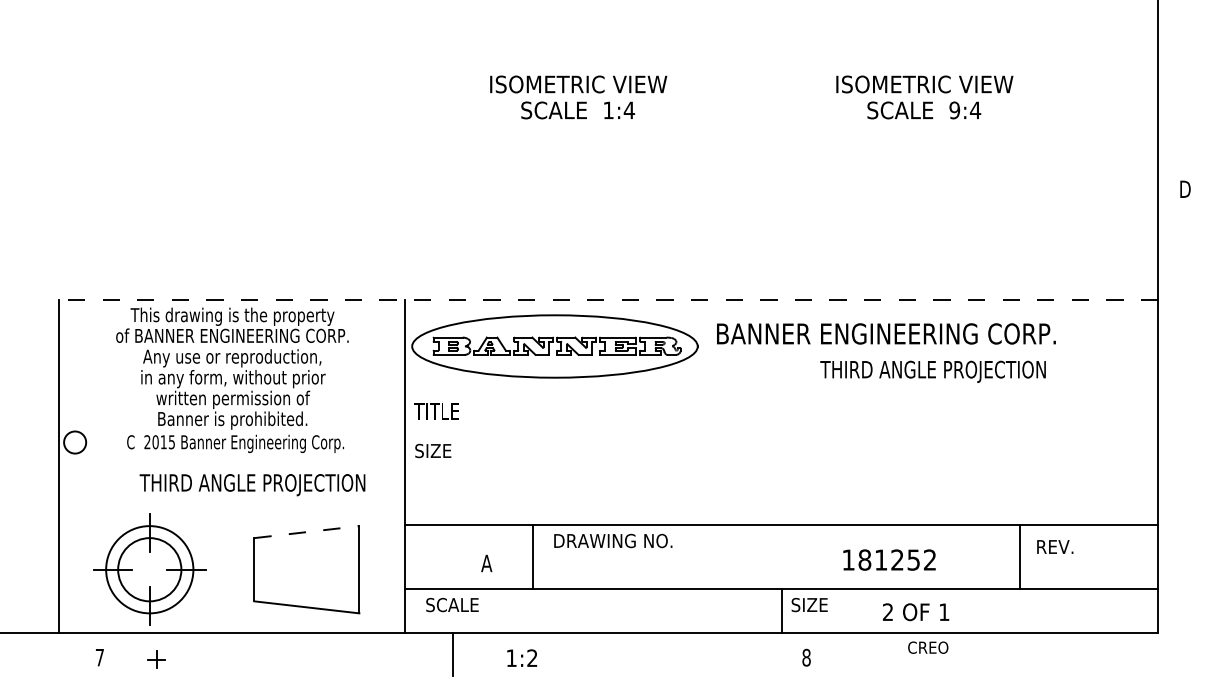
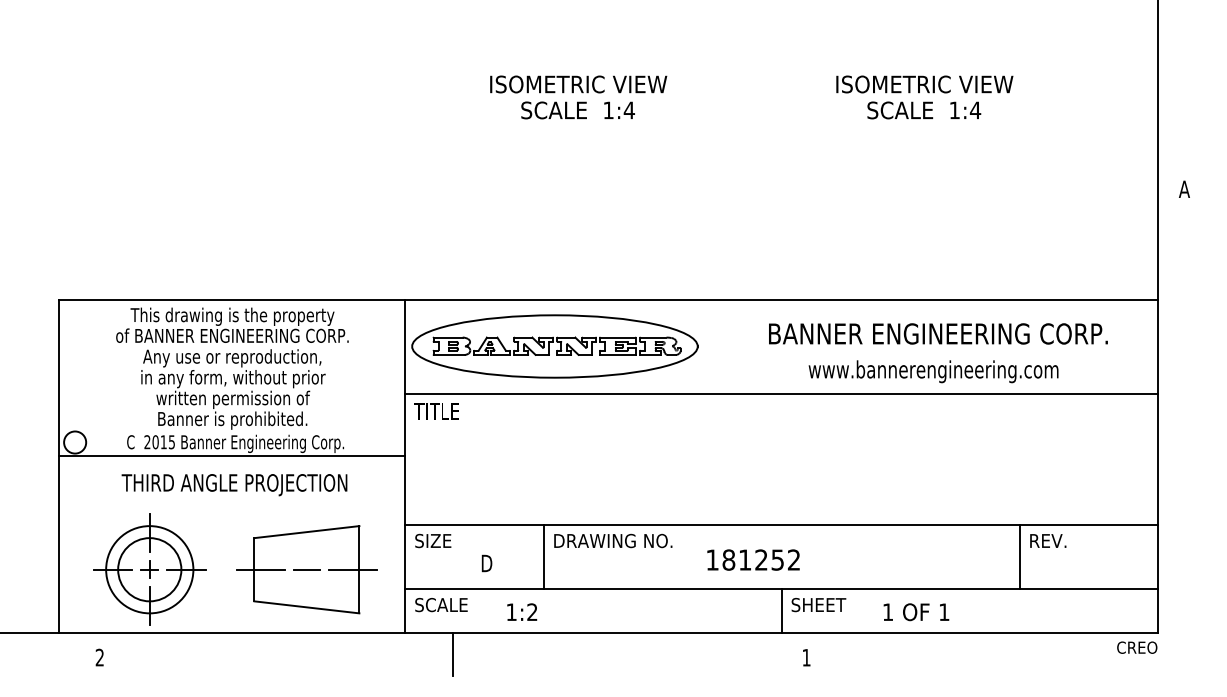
text at (954, 110): 9:4 -> 1:4
text at (1184, 188): D -> A
line at (608, 300): dashed -> solid
text at (886, 333) position: (886, 333) -> (938, 333)
text at (933, 371): THIRD ANGLE PROJECTION -> www.bannerengineering.com
line at (781, 393): none -> present
text at (433, 450) position: (433, 450) -> (433, 540)
line at (232, 456): none -> present
text at (252, 485) position: (252, 485) -> (234, 485)
line at (306, 532): dashed -> solid
text at (1055, 546) position: (1055, 546) -> (1048, 540)
line at (532, 557) position: (532, 557) -> (543, 557)
text at (889, 559) position: (889, 559) -> (753, 559)
text at (486, 563): A -> D
line at (261, 569): none -> present
line at (306, 569): none -> present
line at (352, 569): none -> present
text at (825, 604): SIZE -> SHEET
text at (452, 605) position: (452, 605) -> (441, 605)
text at (887, 611): 2 -> 1
text at (928, 647) position: (928, 647) -> (1137, 647)
text at (99, 657): 7 -> 2
text at (522, 657) position: (522, 657) -> (522, 611)
text at (806, 657): 8 -> 1
part at (156, 659) position: (156, 659) -> (149, 569)
